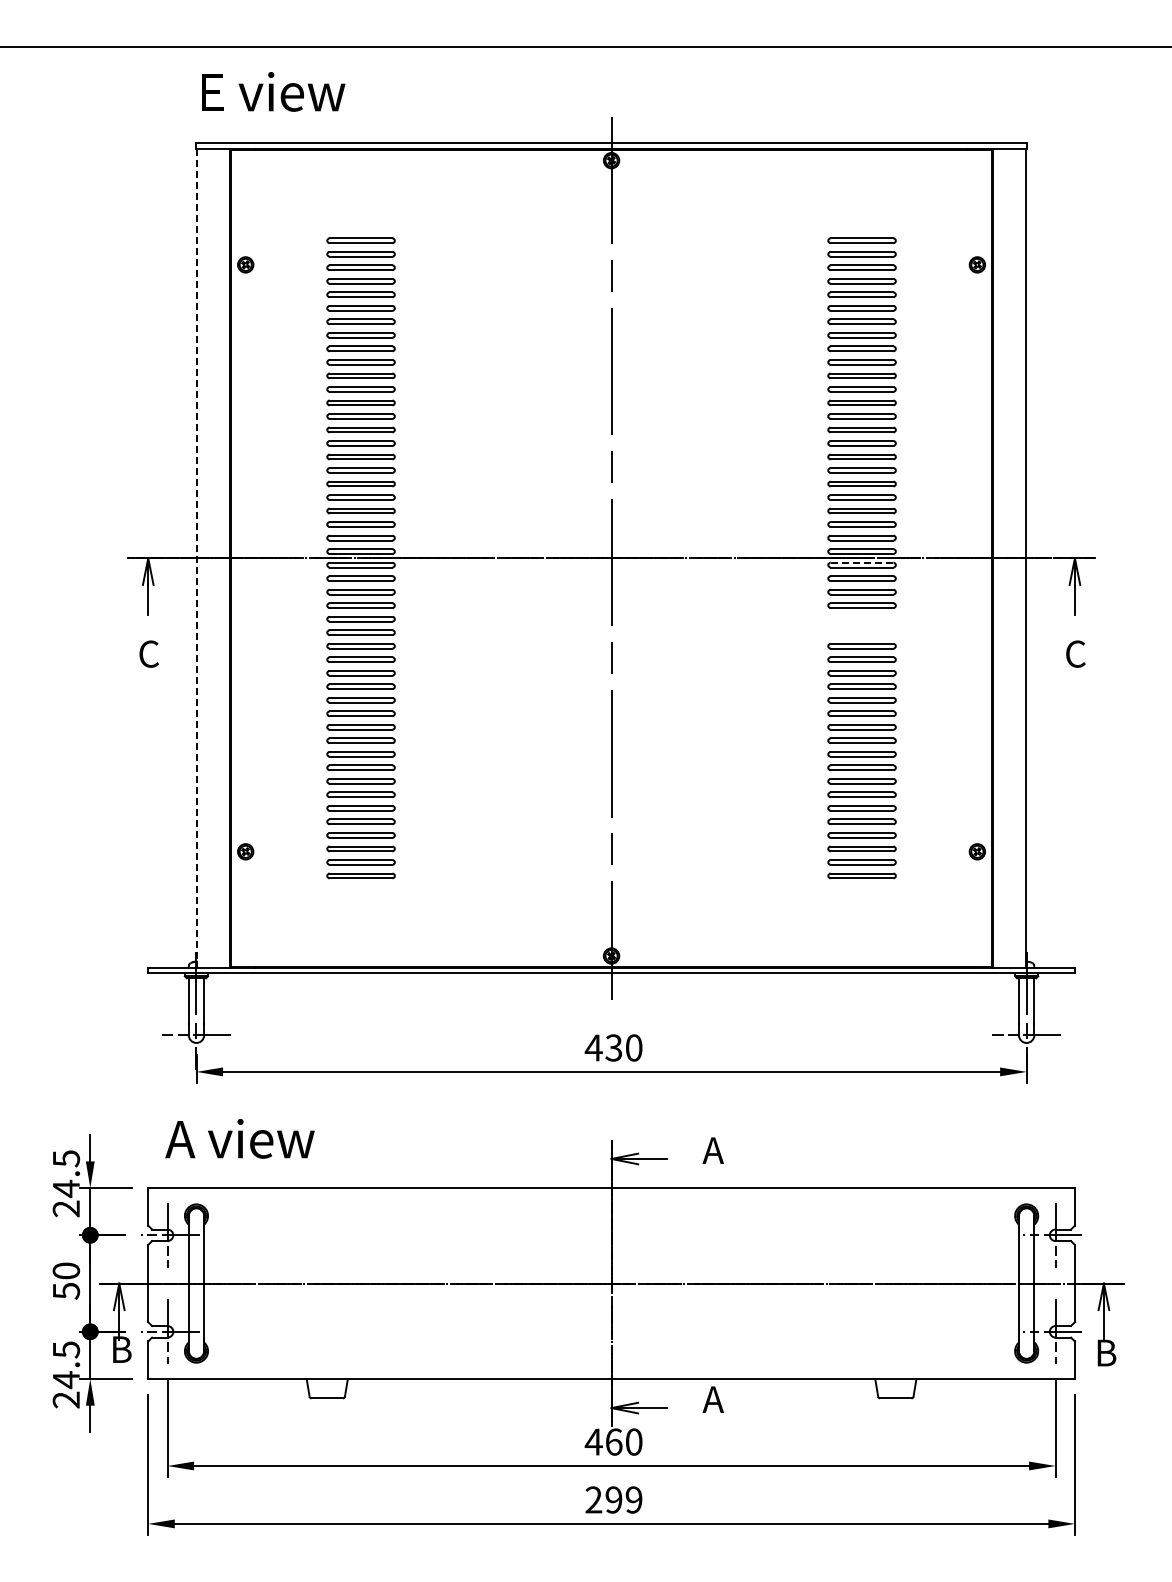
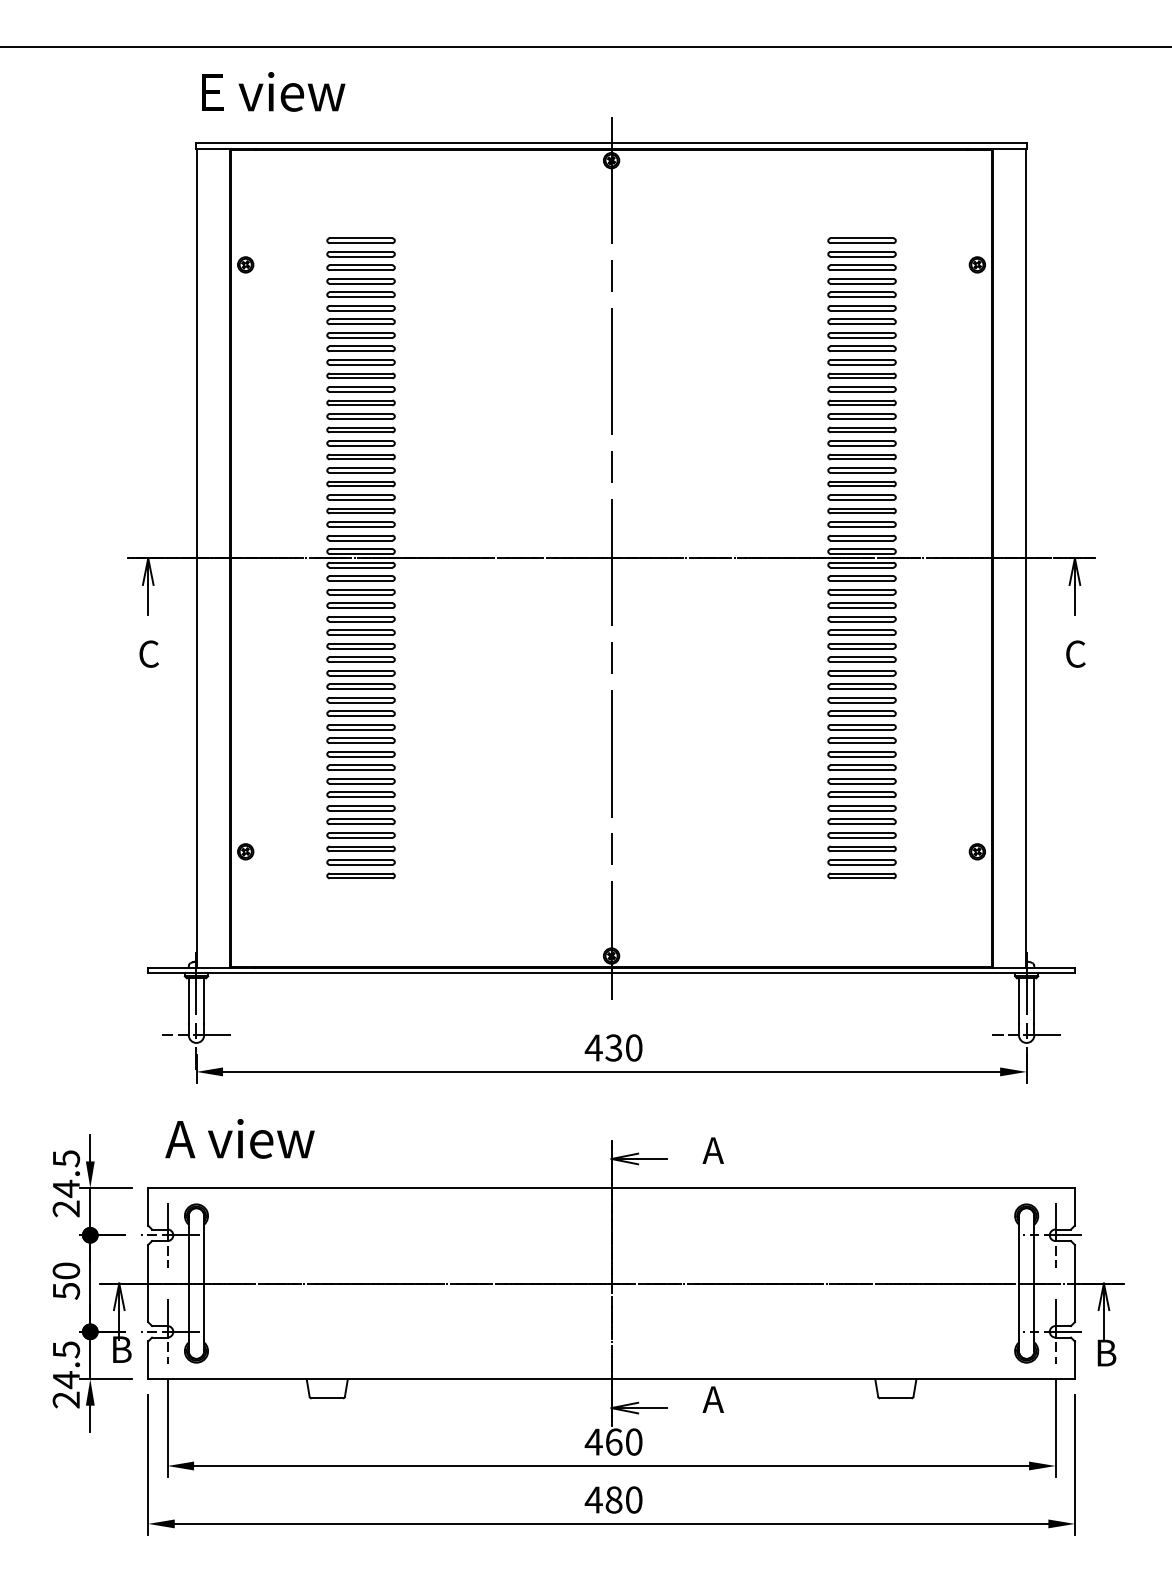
line at (197, 558): dashed -> solid
line at (862, 562): dashed -> solid
part at (861, 625): none -> present
text at (613, 1499): 299 -> 480
